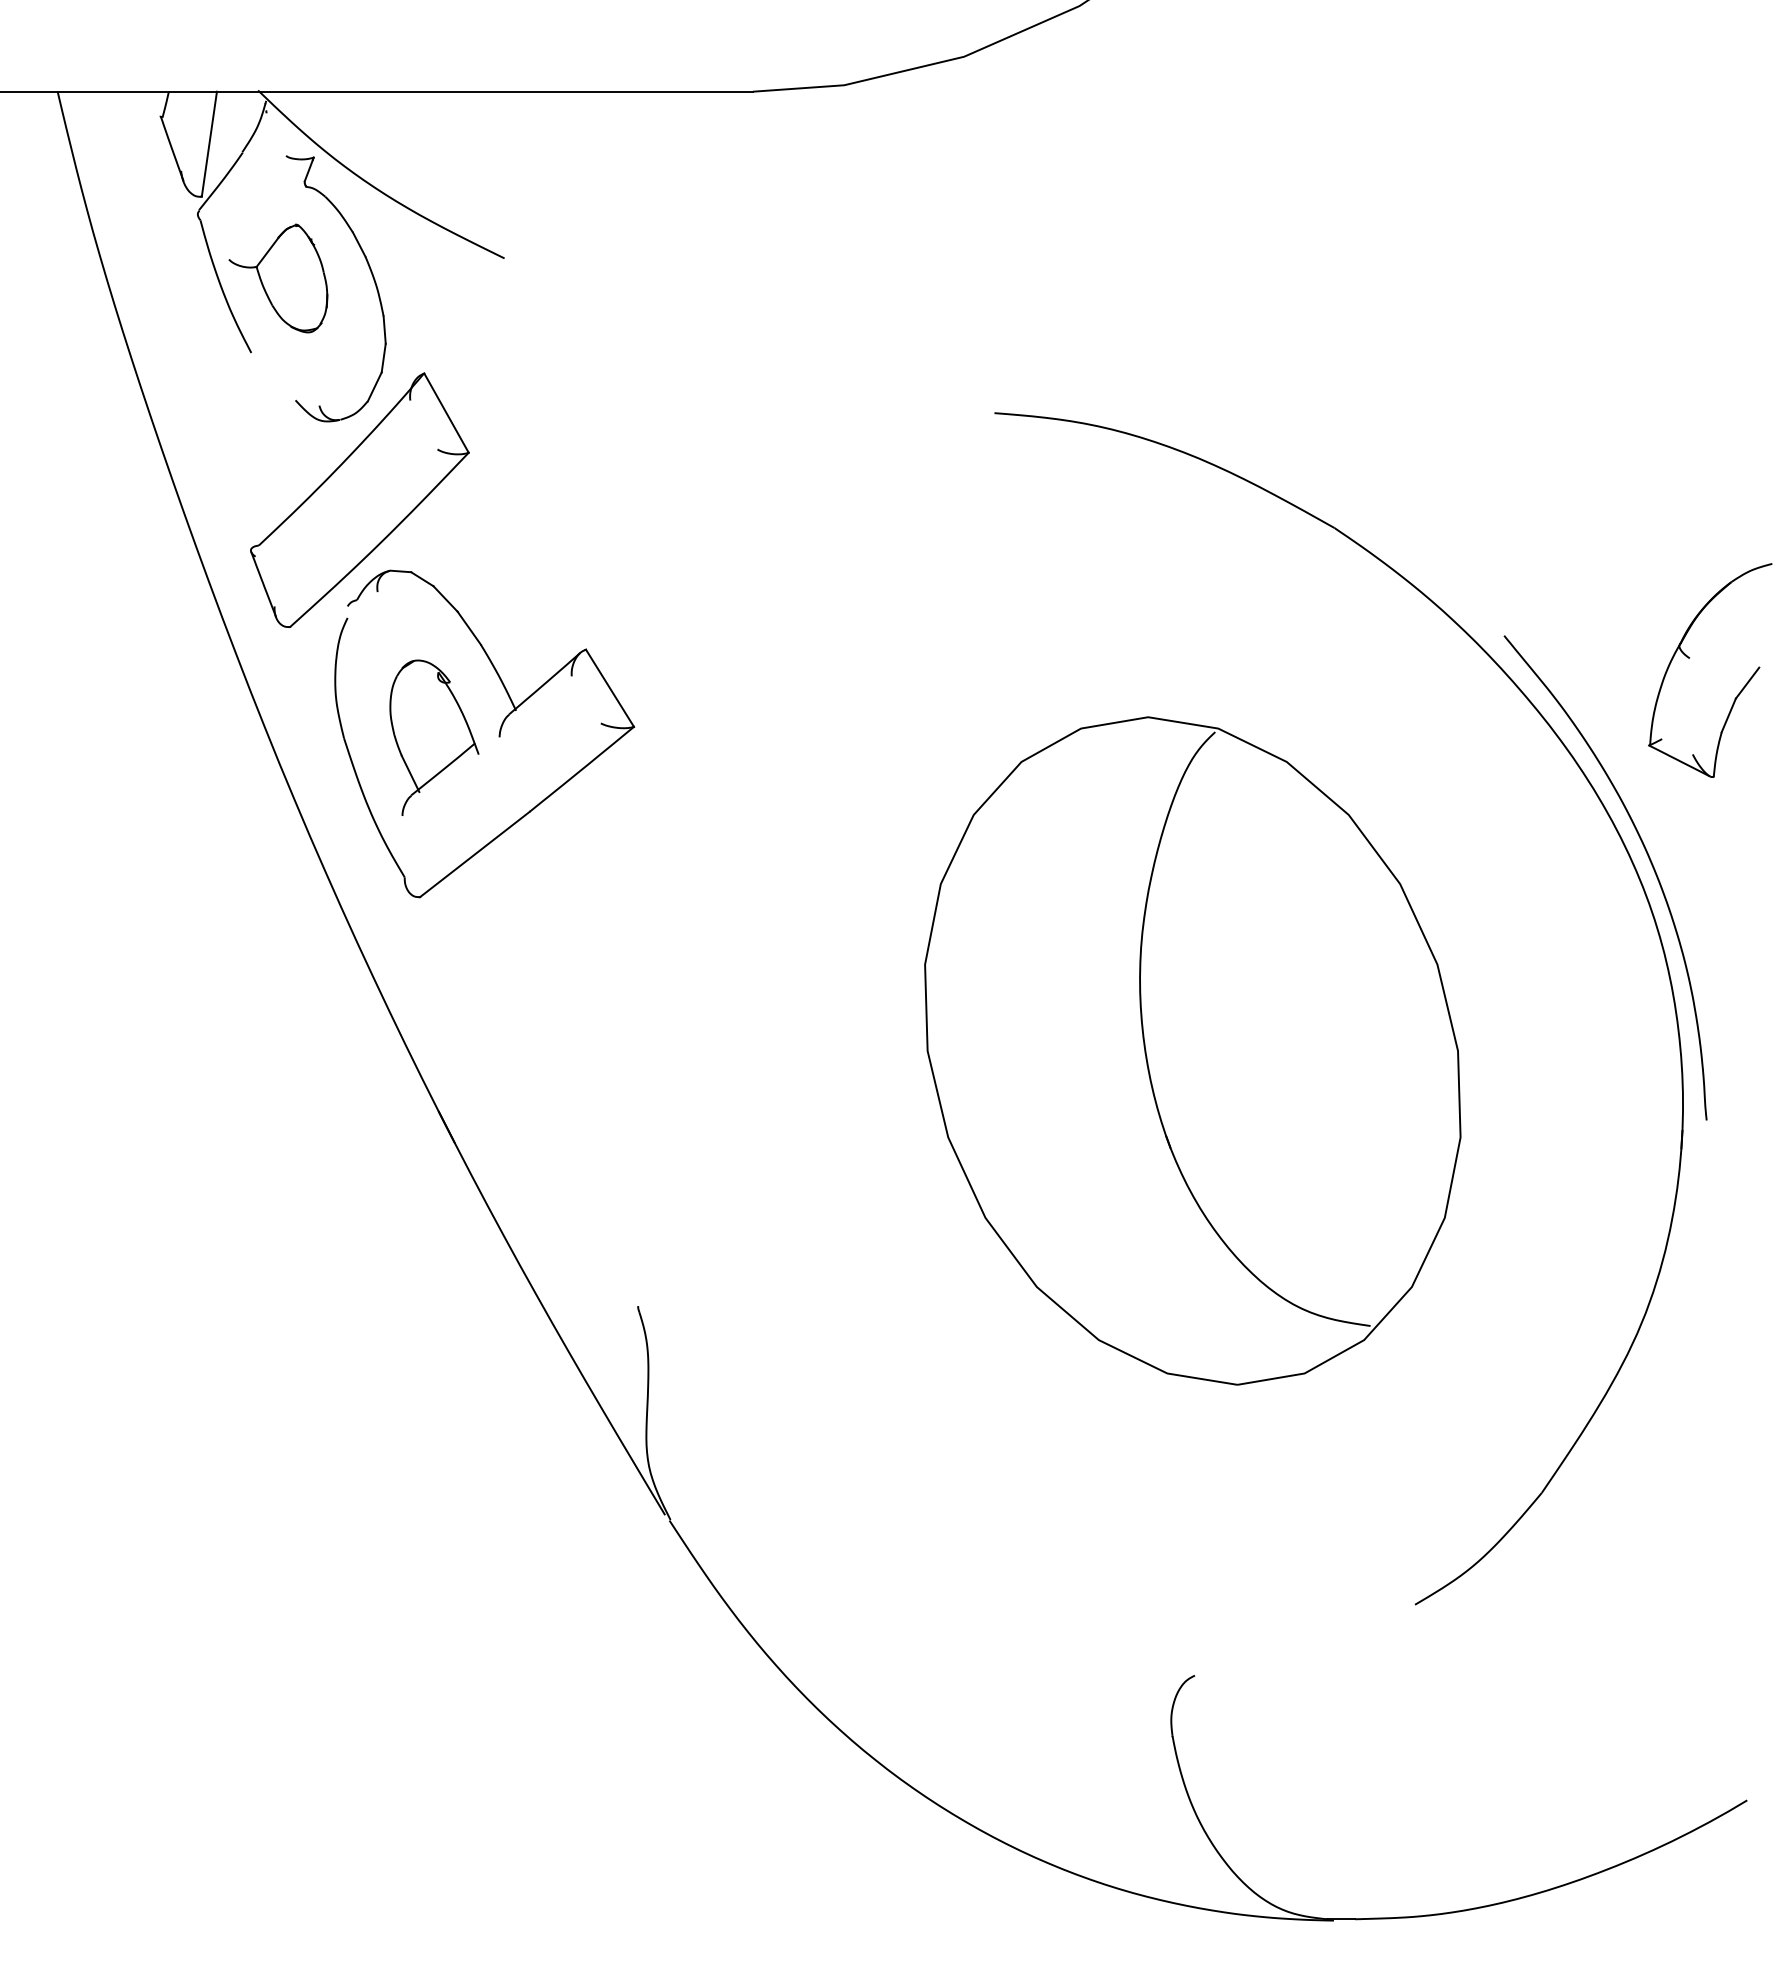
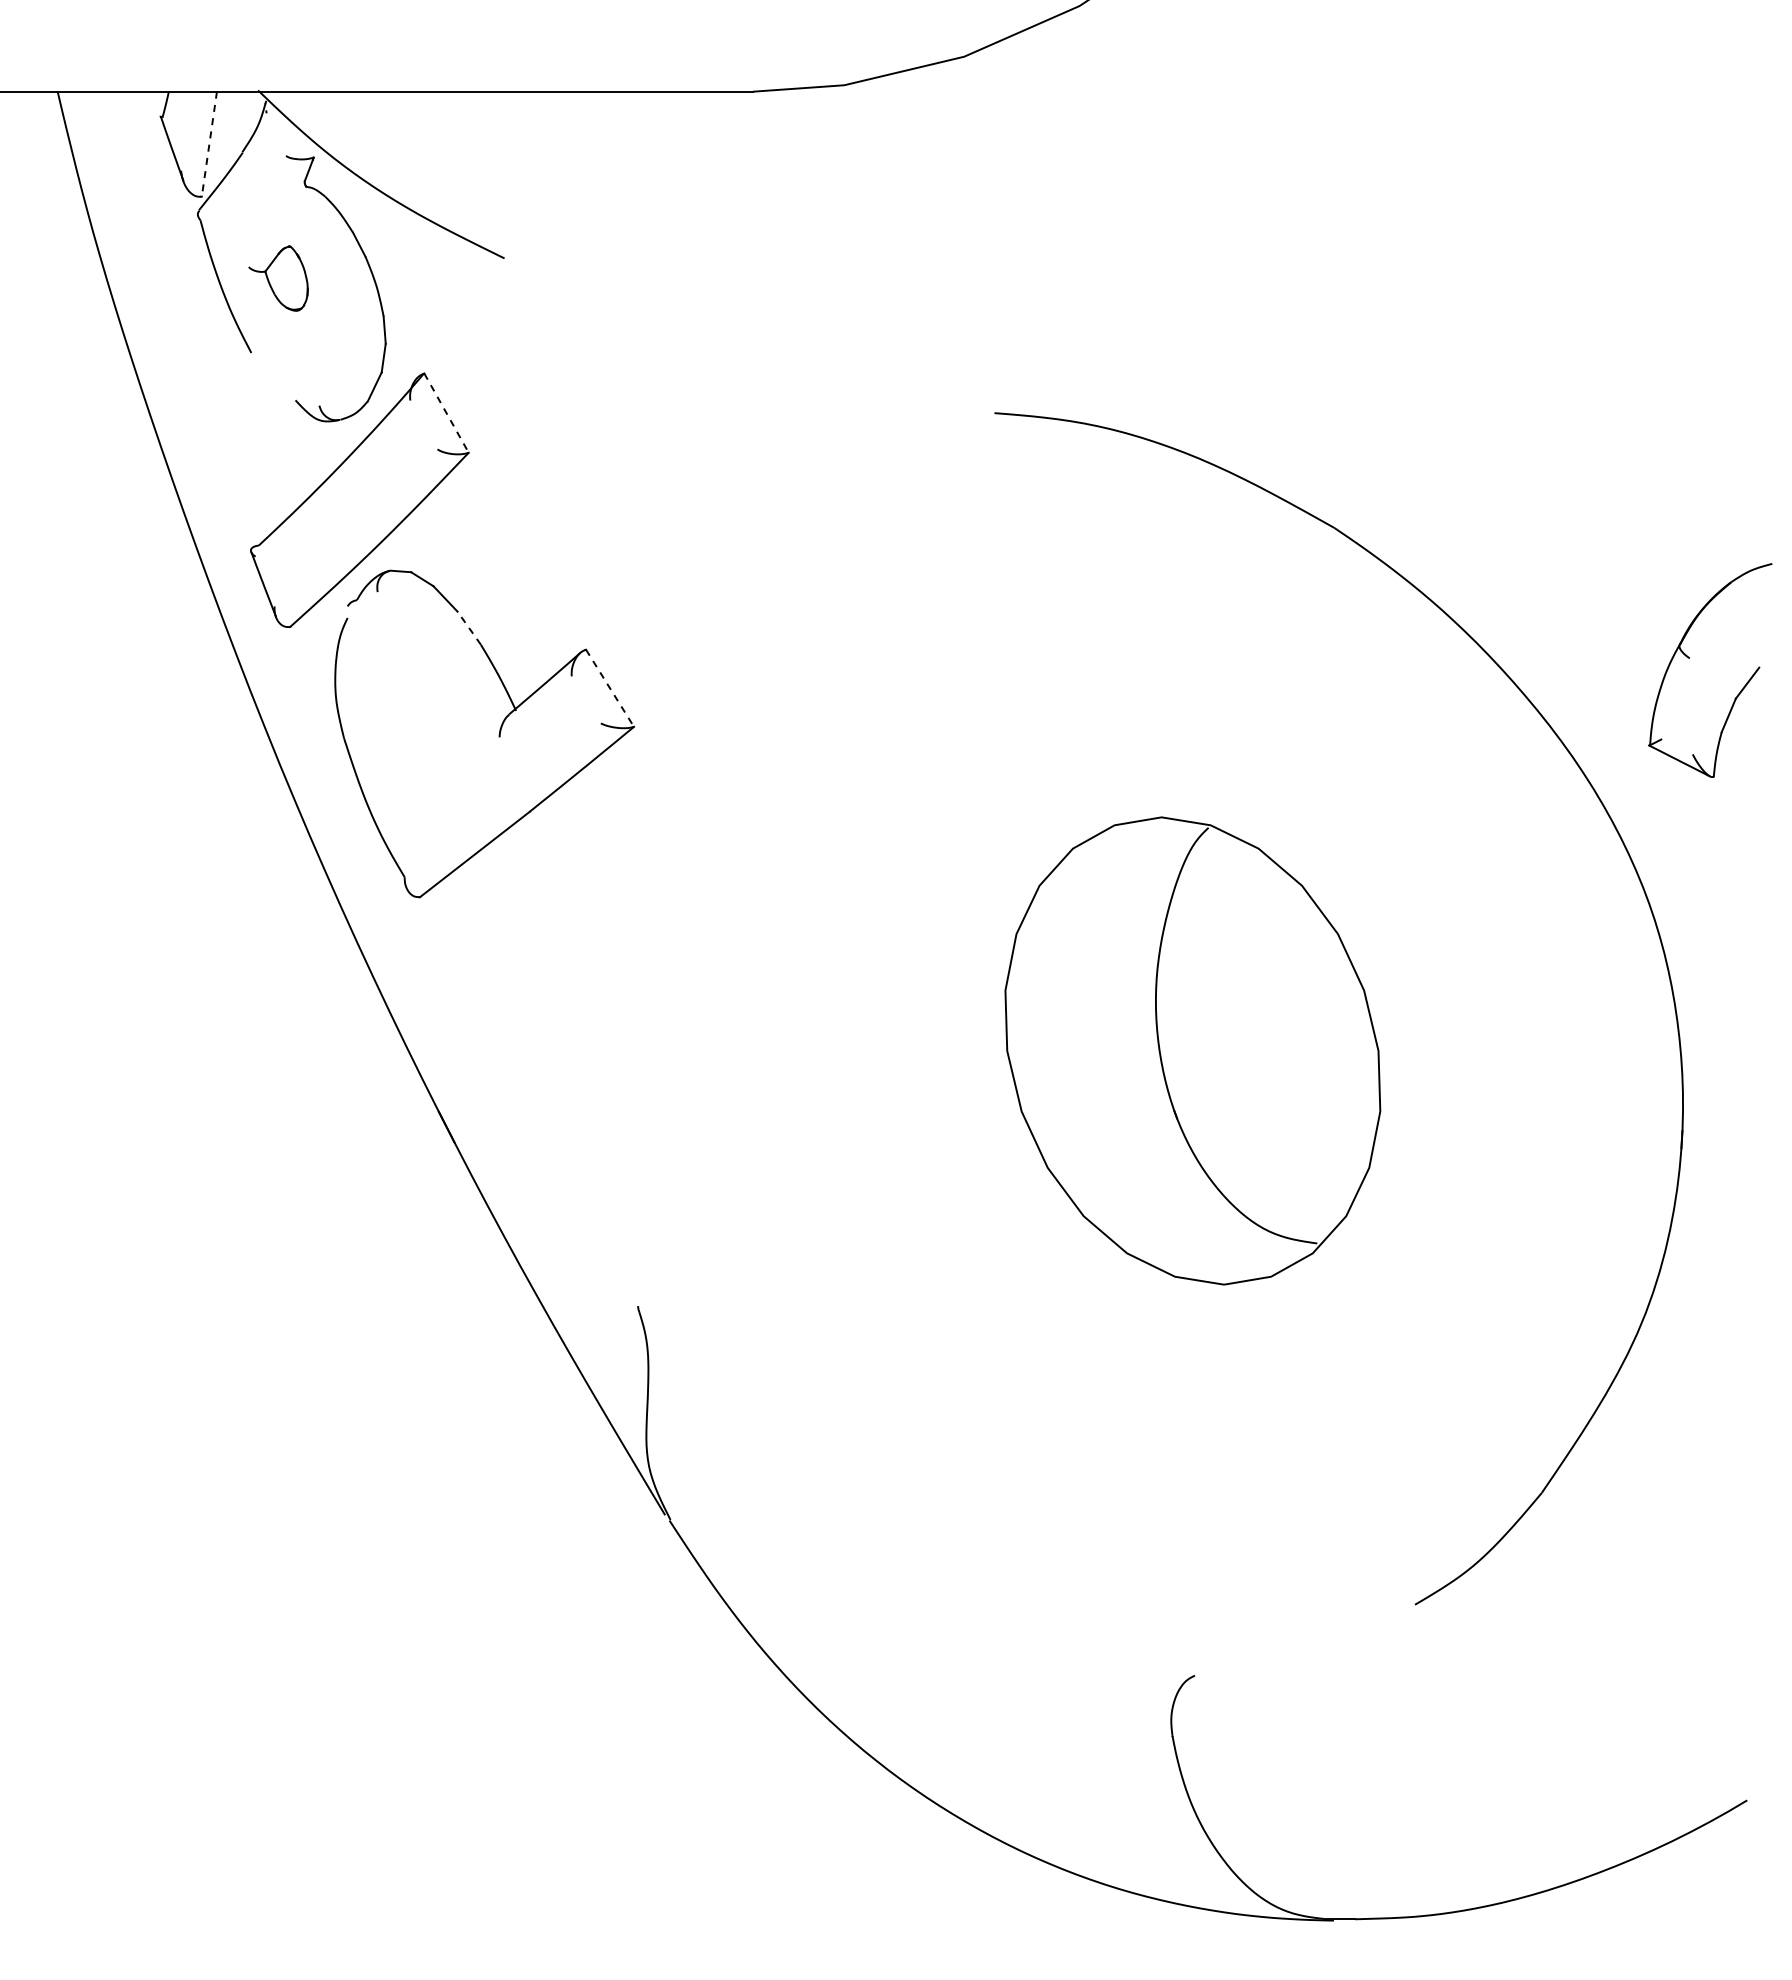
line at (209, 144): solid -> dashed
part at (278, 278) size: 101x111 px -> 61x67 px
line at (446, 413): solid -> dashed
line at (468, 627): solid -> dashed
line at (610, 688): solid -> dashed
part at (434, 737): present -> none
curve at (1647, 856): present -> none
part at (1192, 1050) size: 538x670 px -> 378x470 px
